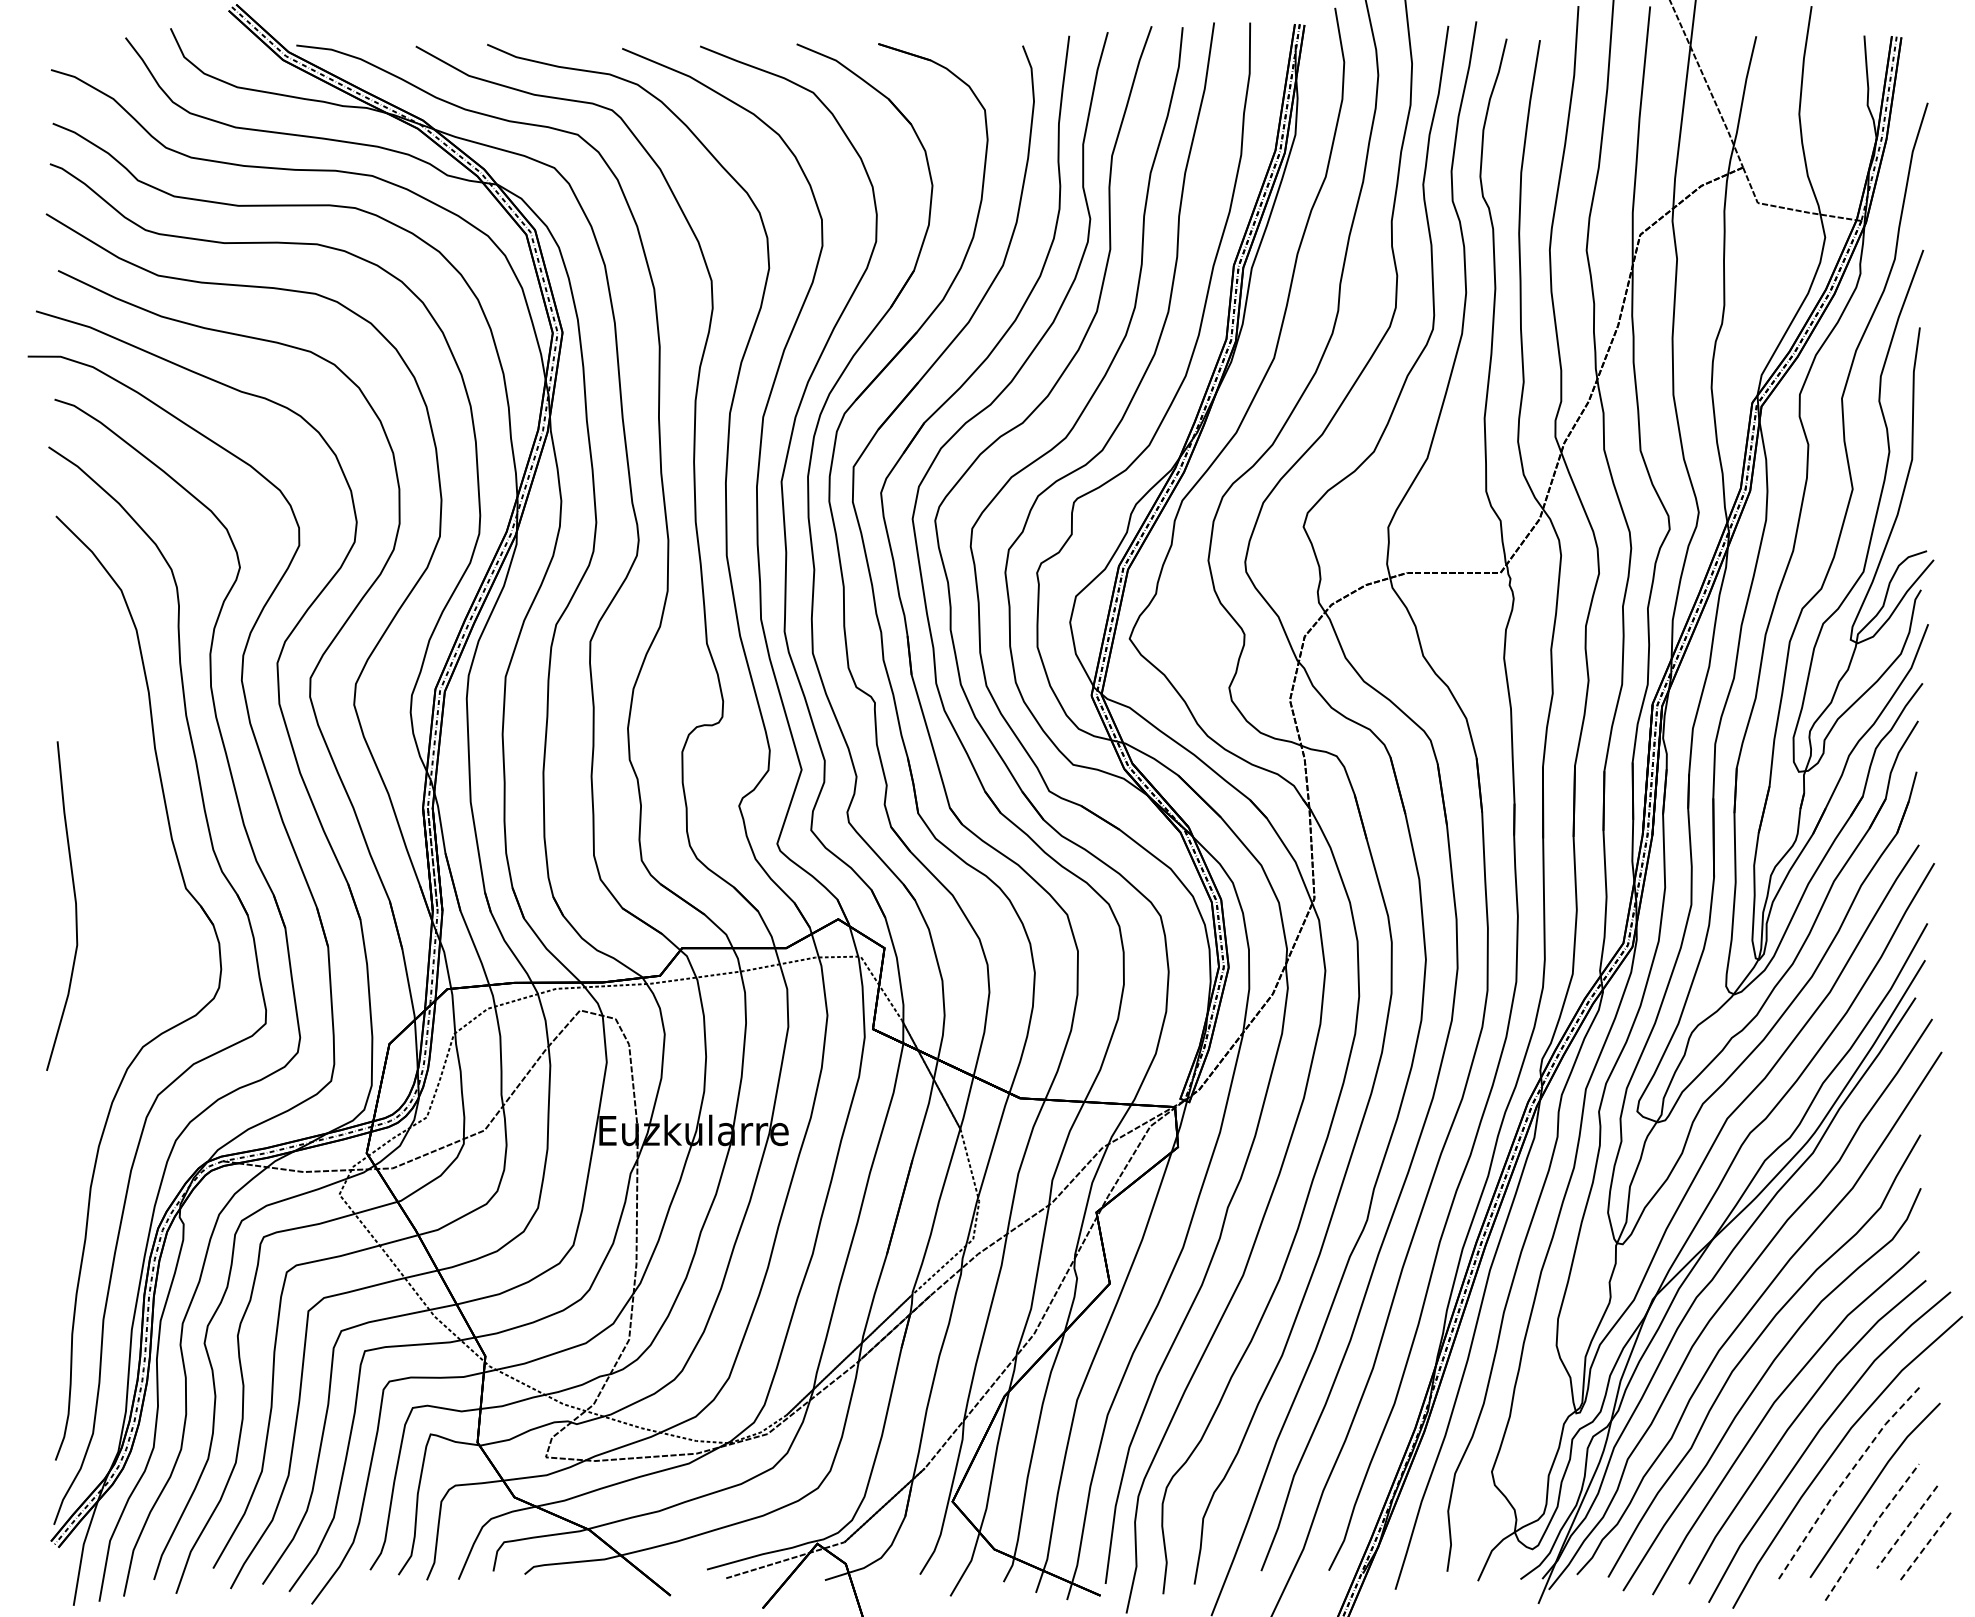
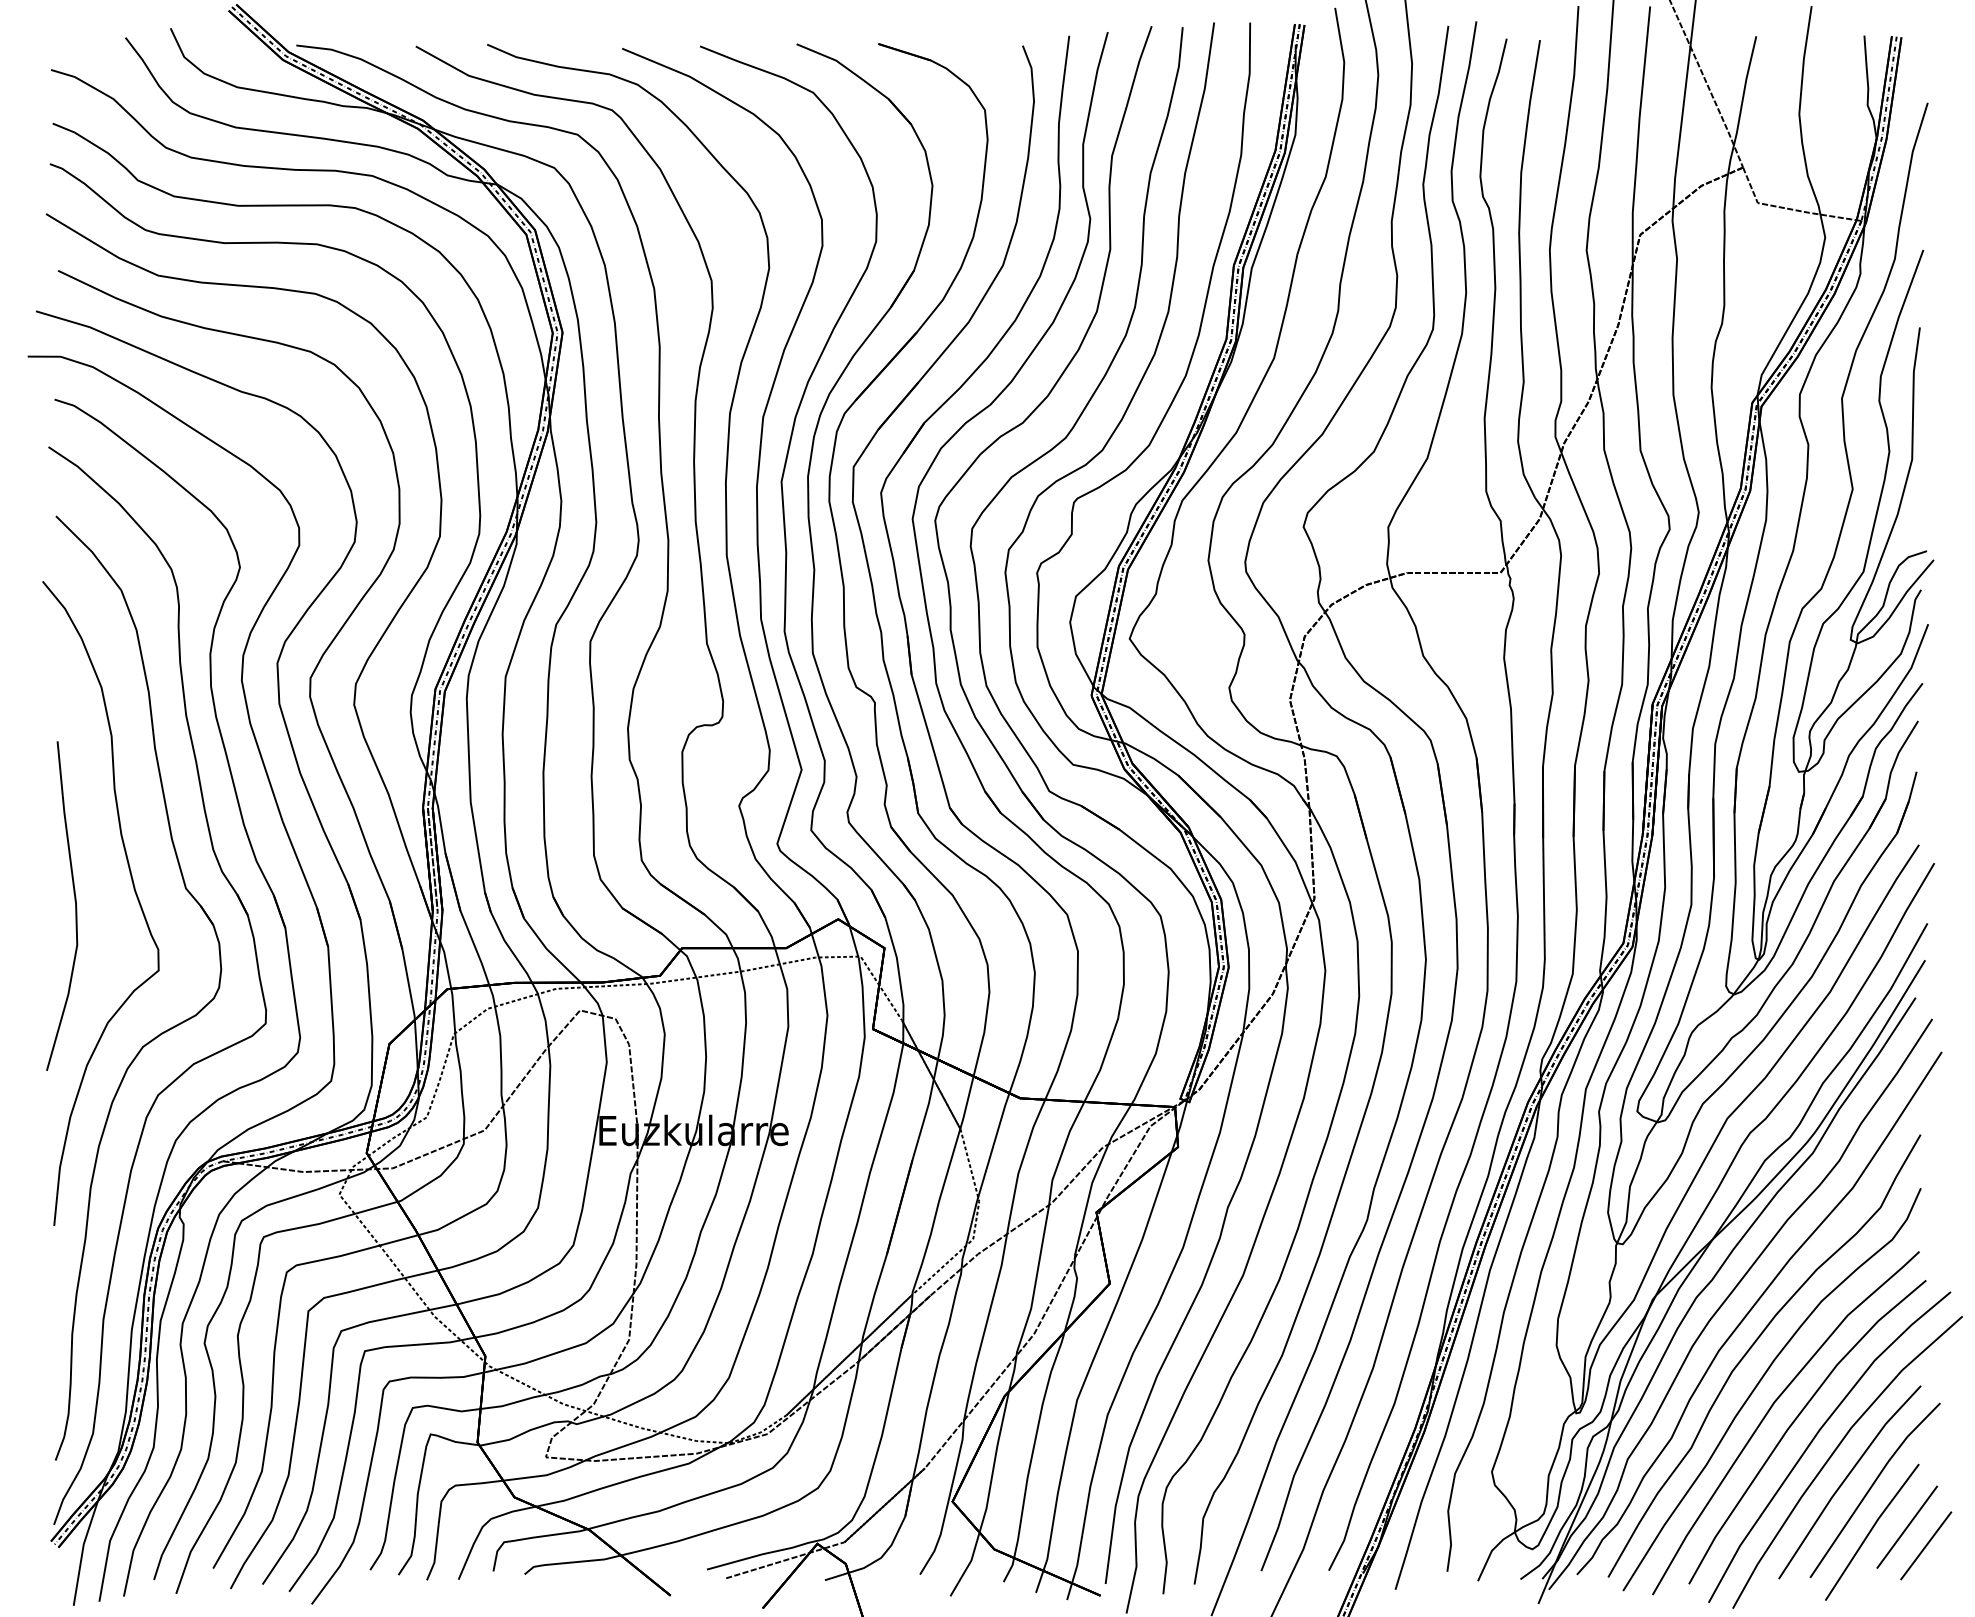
curve at (134, 892): none -> present
line at (1845, 1479): dashed -> solid
line at (1906, 1527): dashed -> solid
line at (1870, 1530): dashed -> solid
line at (1926, 1545): dashed -> solid
